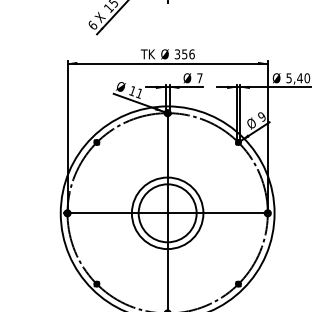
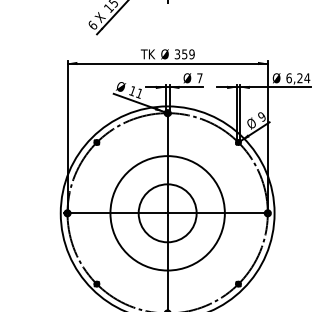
text at (191, 54): 356 -> 359
text at (298, 78): 5,40 -> 6,24
circle at (167, 213) diameter: 72 px -> 114 px
